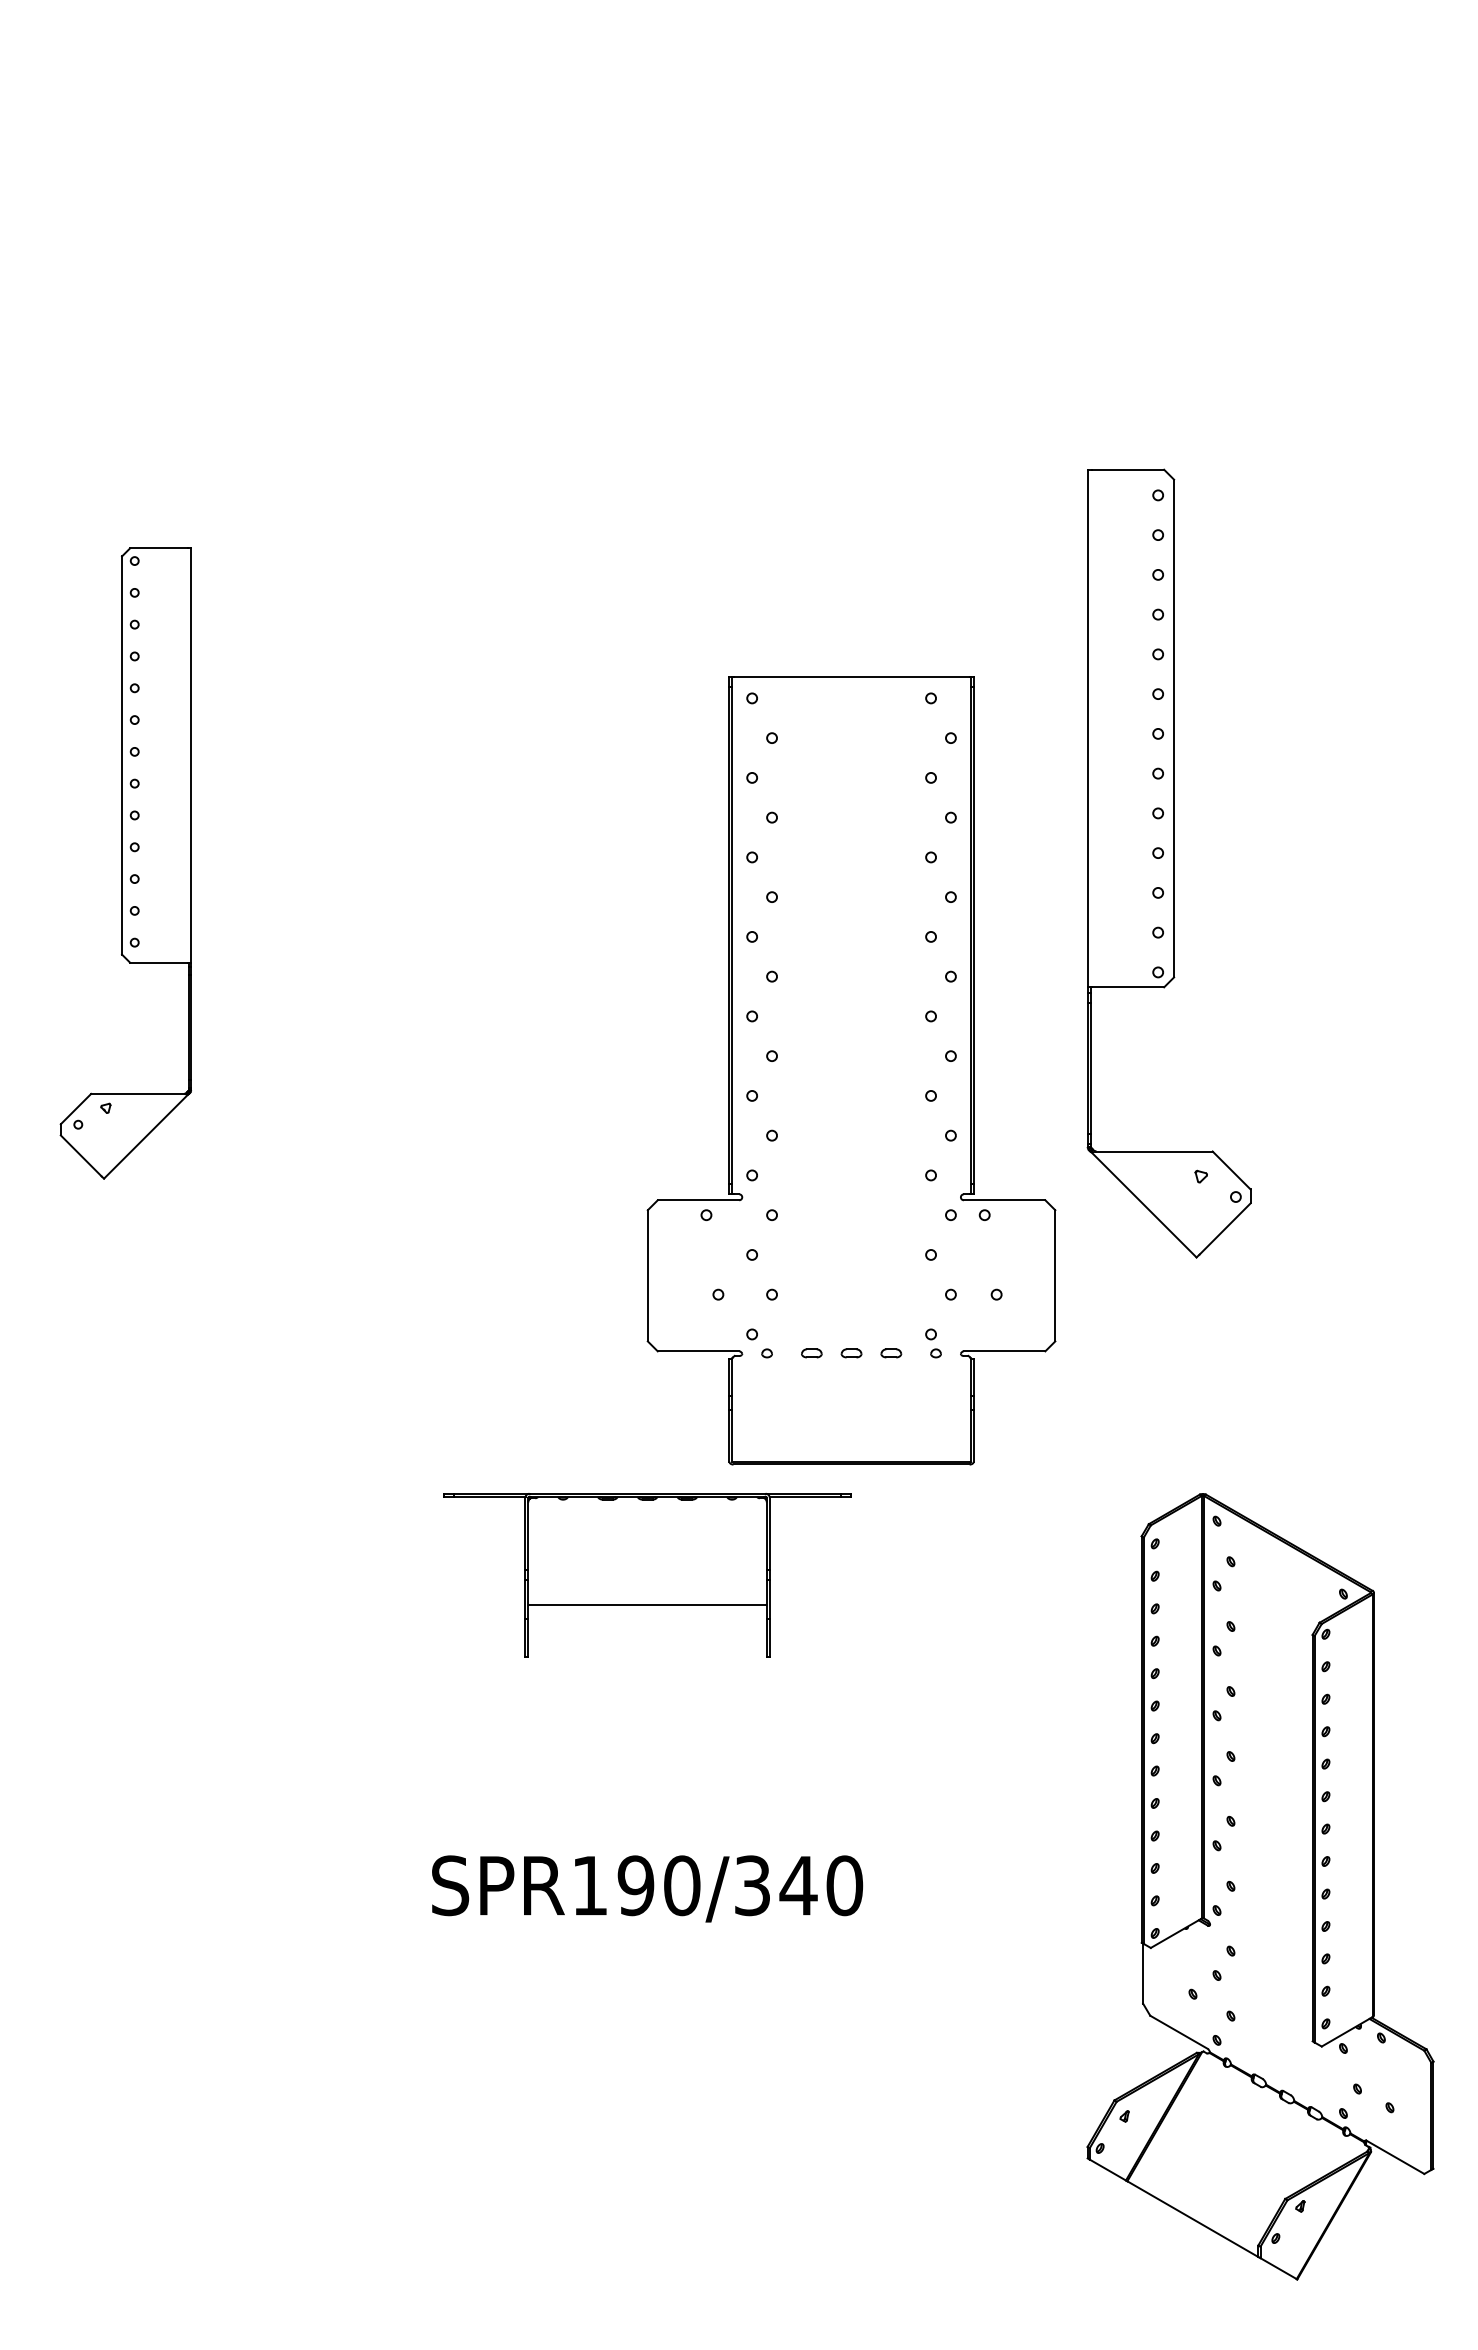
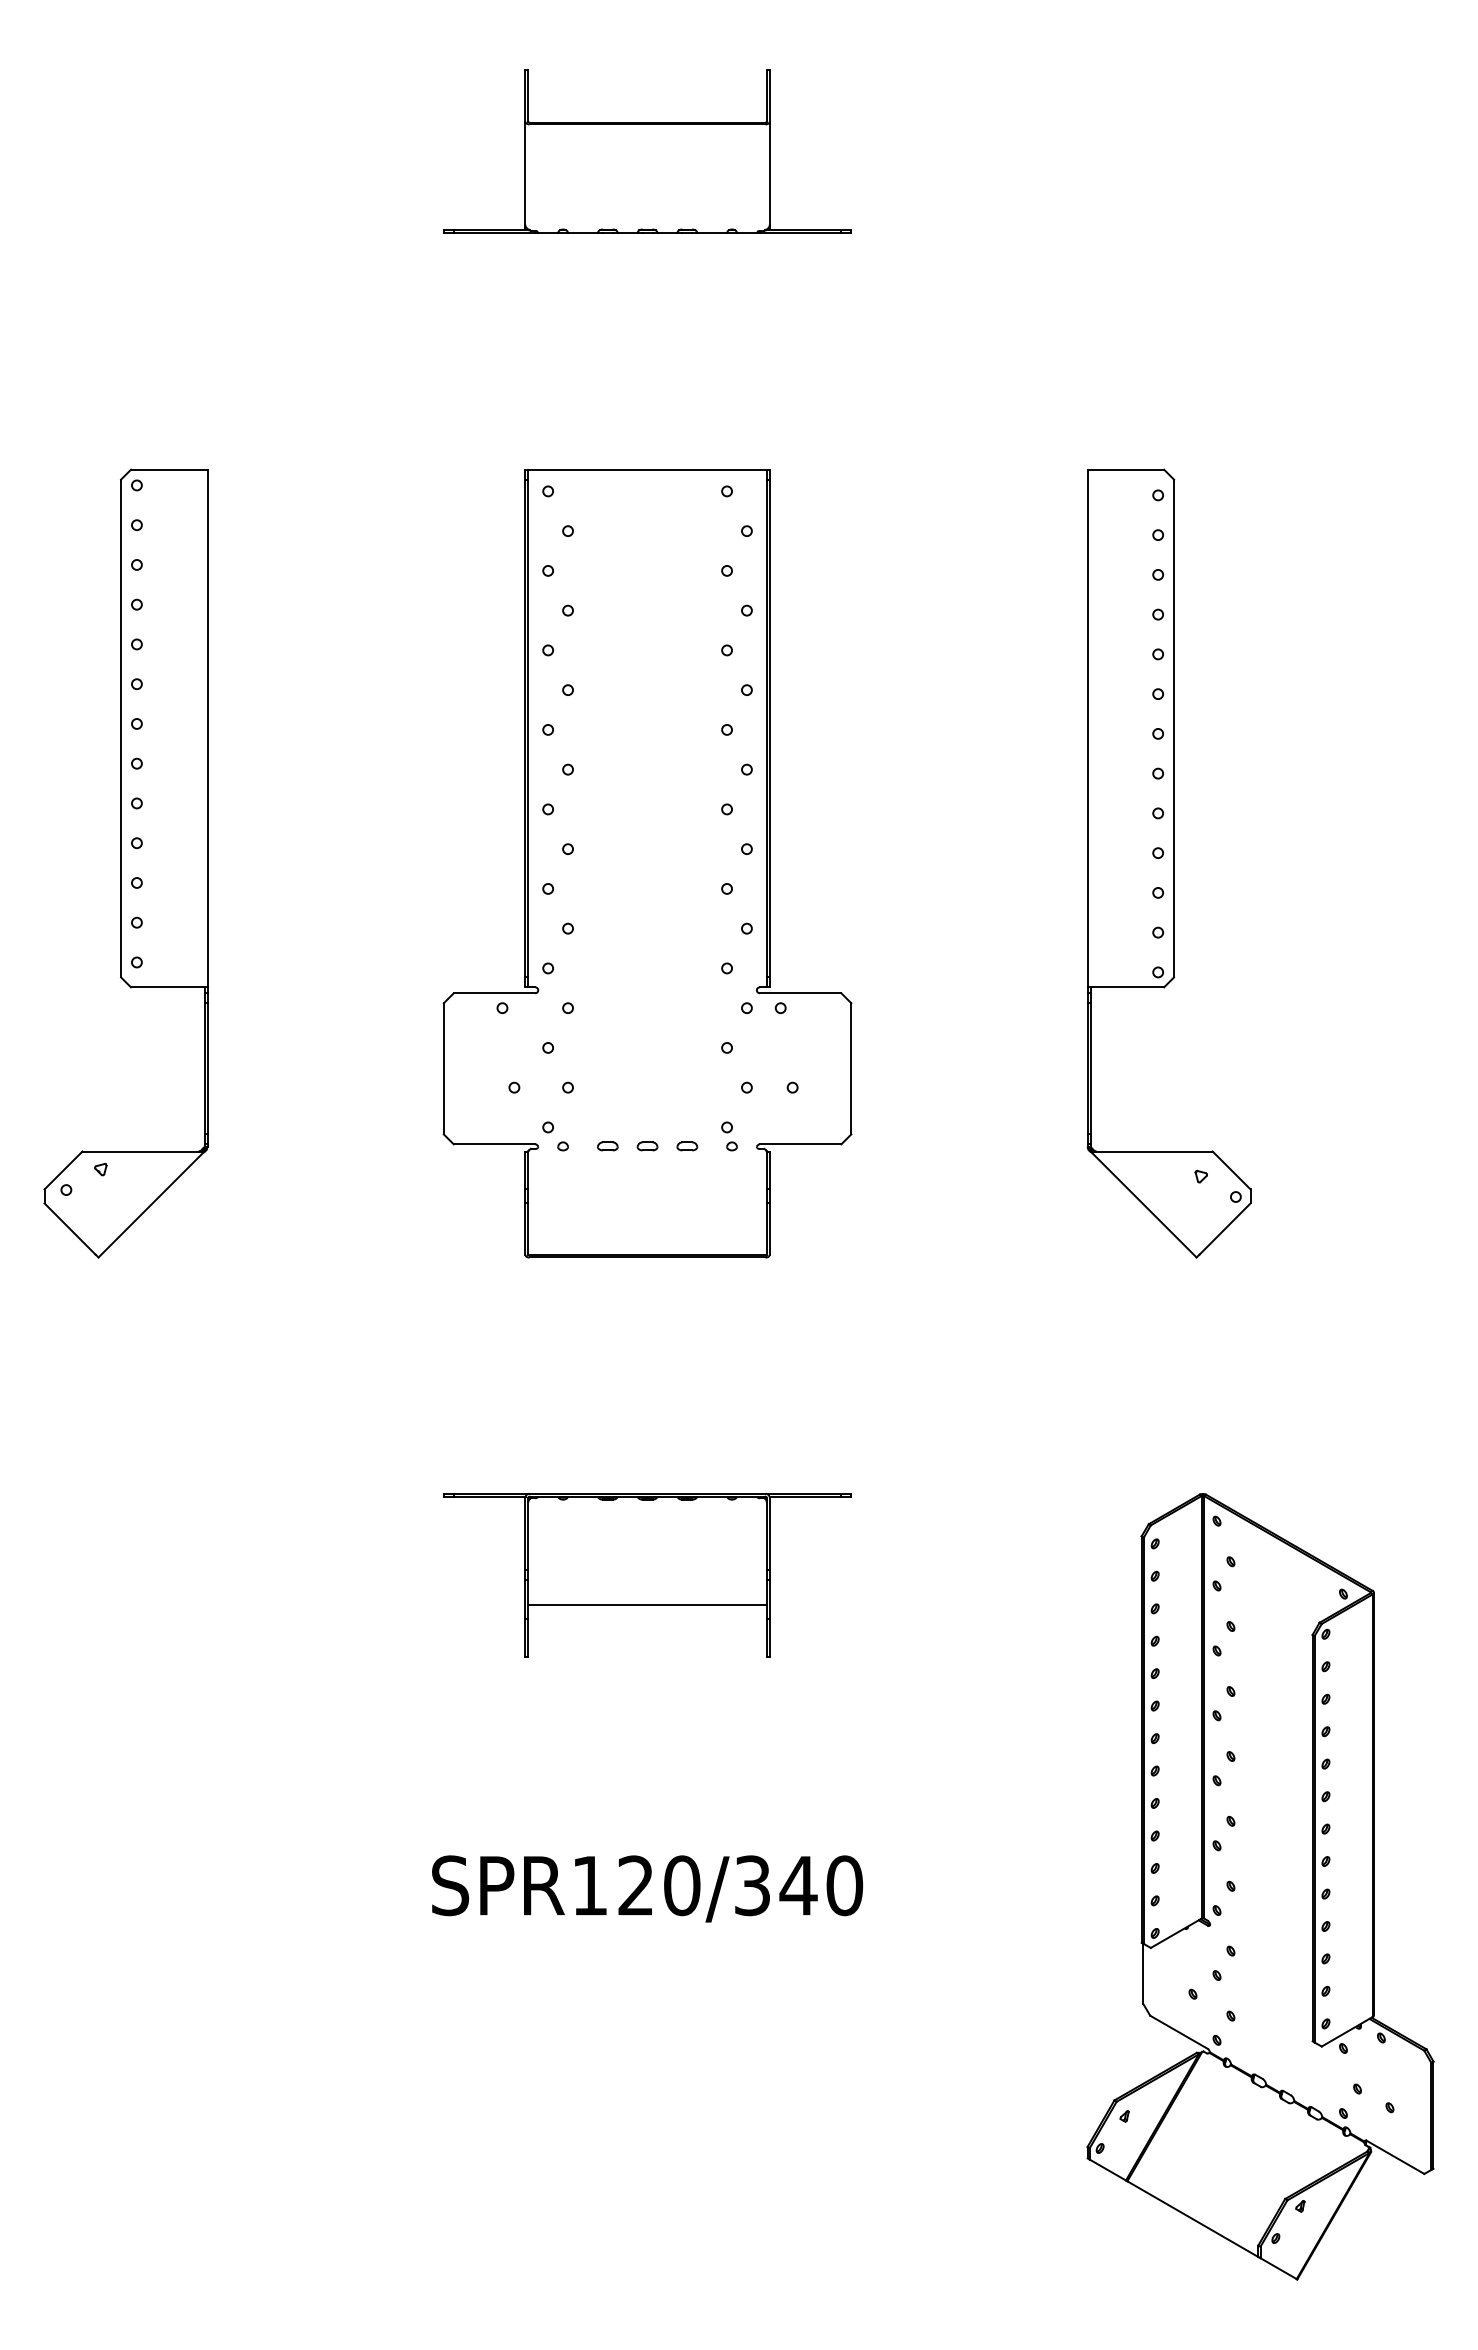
part at (647, 151): none -> present
part at (125, 863) size: 133x633 px -> 166x791 px
part at (851, 1070) position: (851, 1070) -> (647, 863)
text at (635, 1885): SPR190/340 -> SPR120/340
